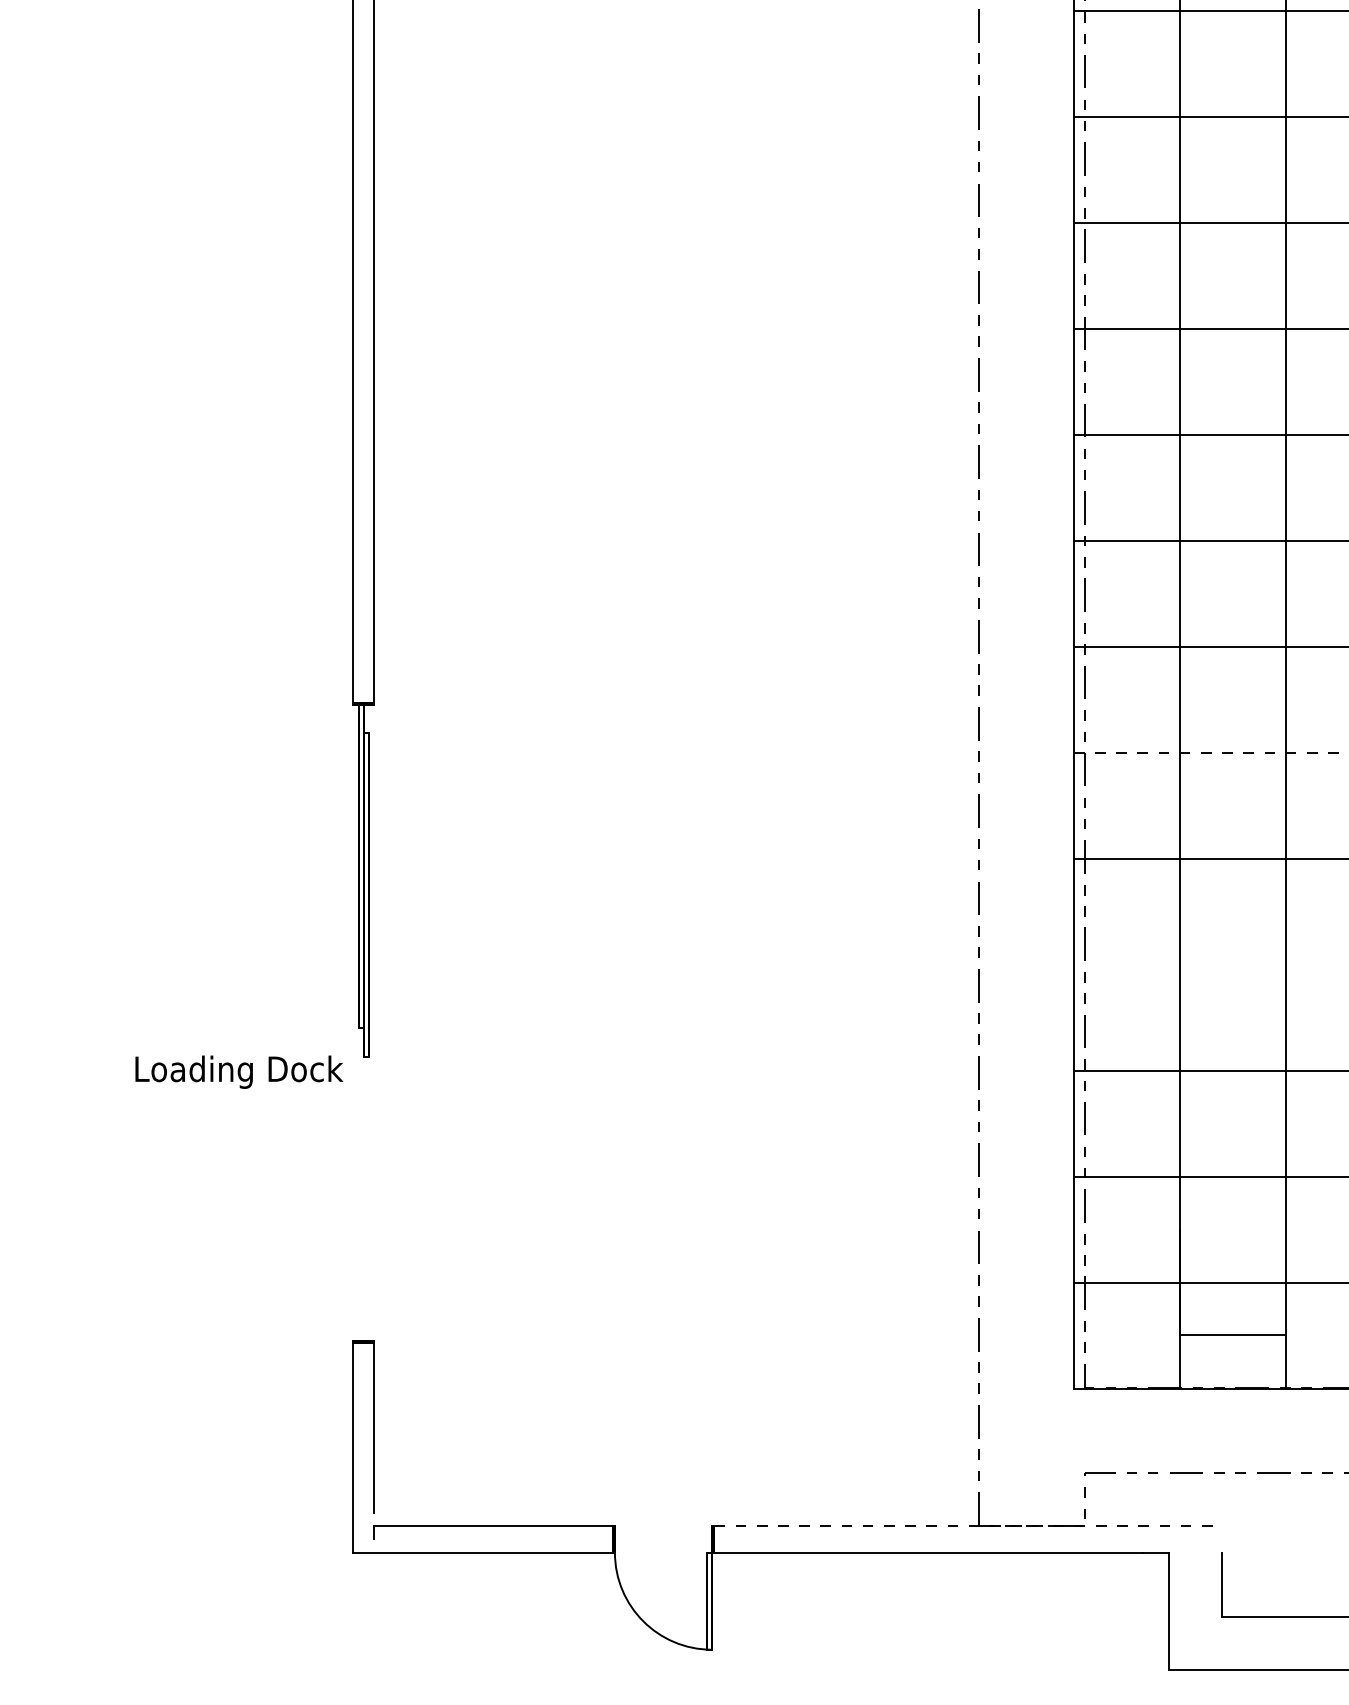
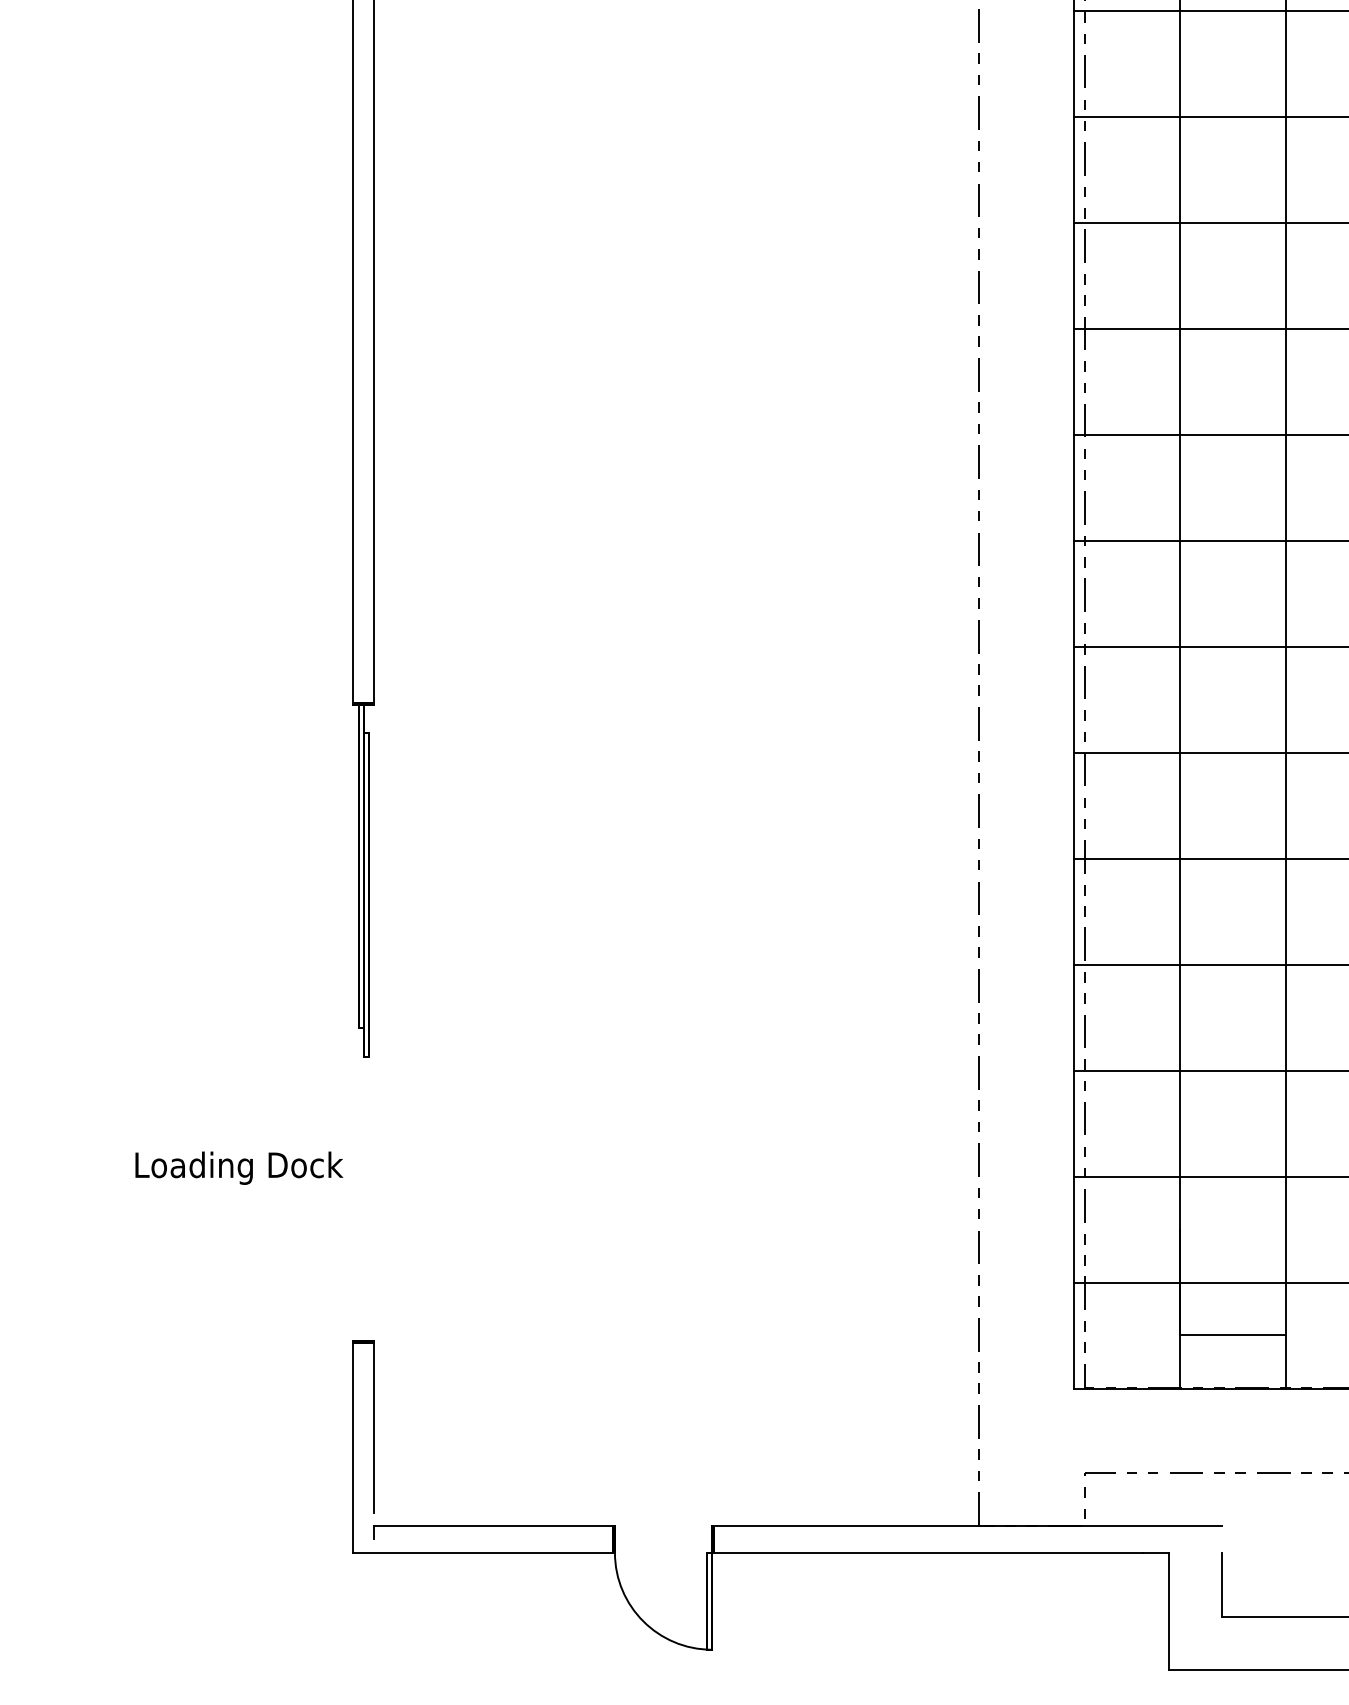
line at (1211, 752): dashed -> solid
line at (1209, 964): none -> present
text at (239, 1071) position: (239, 1071) -> (239, 1167)
line at (968, 1526): dashed -> solid
